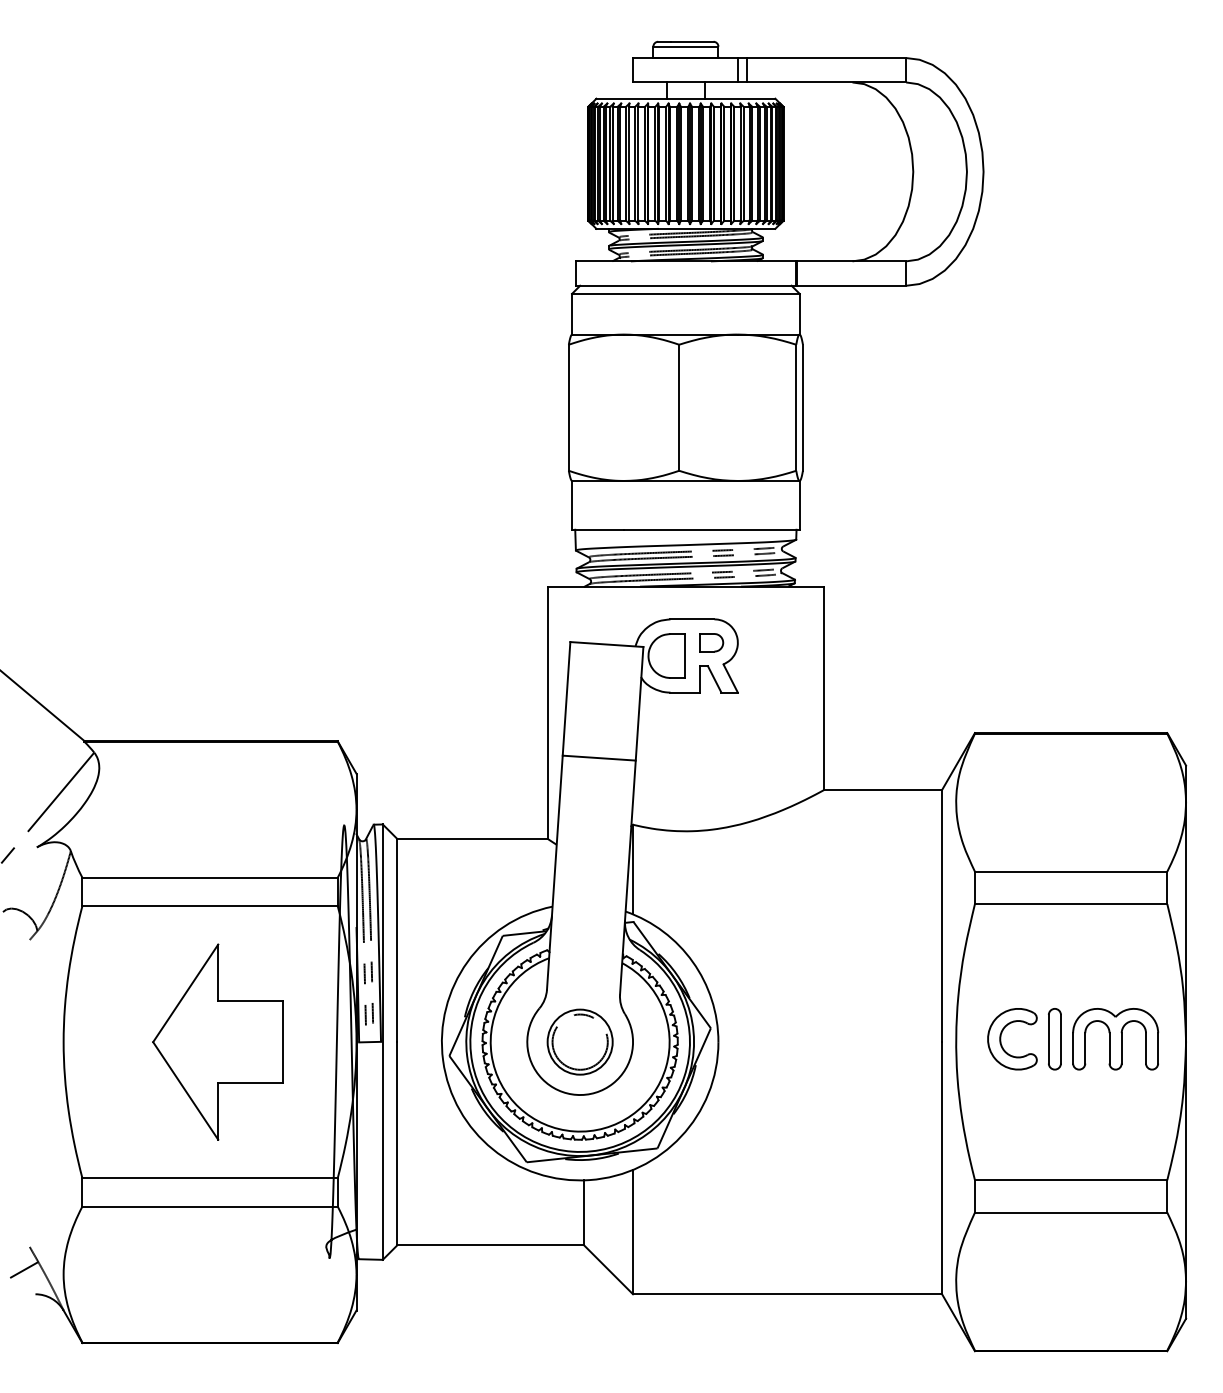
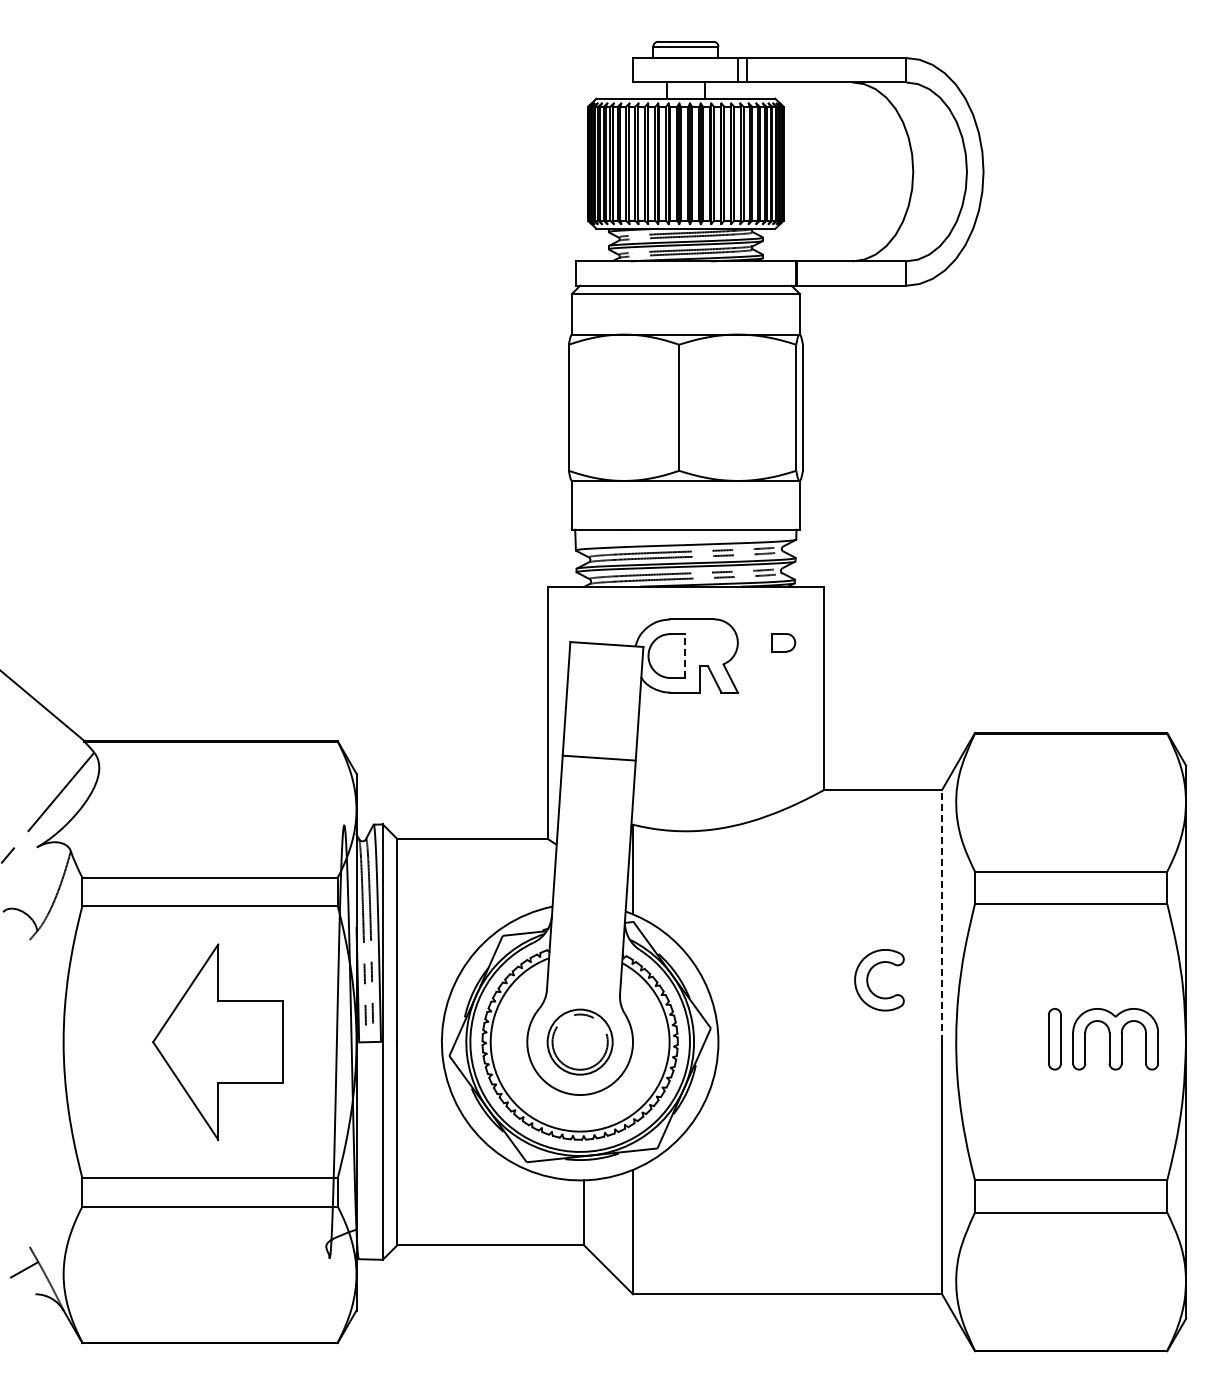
part at (711, 642) position: (711, 642) -> (783, 642)
line at (685, 656): solid -> dashed
line at (942, 915): solid -> dashed
part at (1001, 1039) position: (1001, 1039) -> (868, 980)
